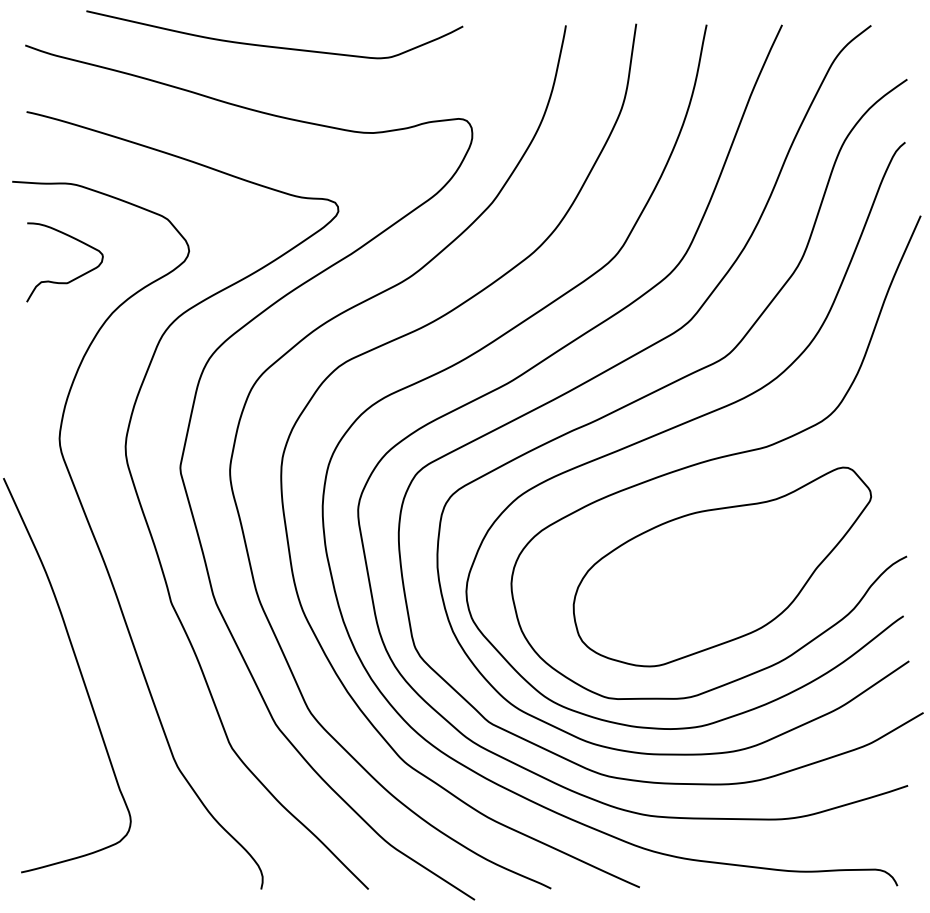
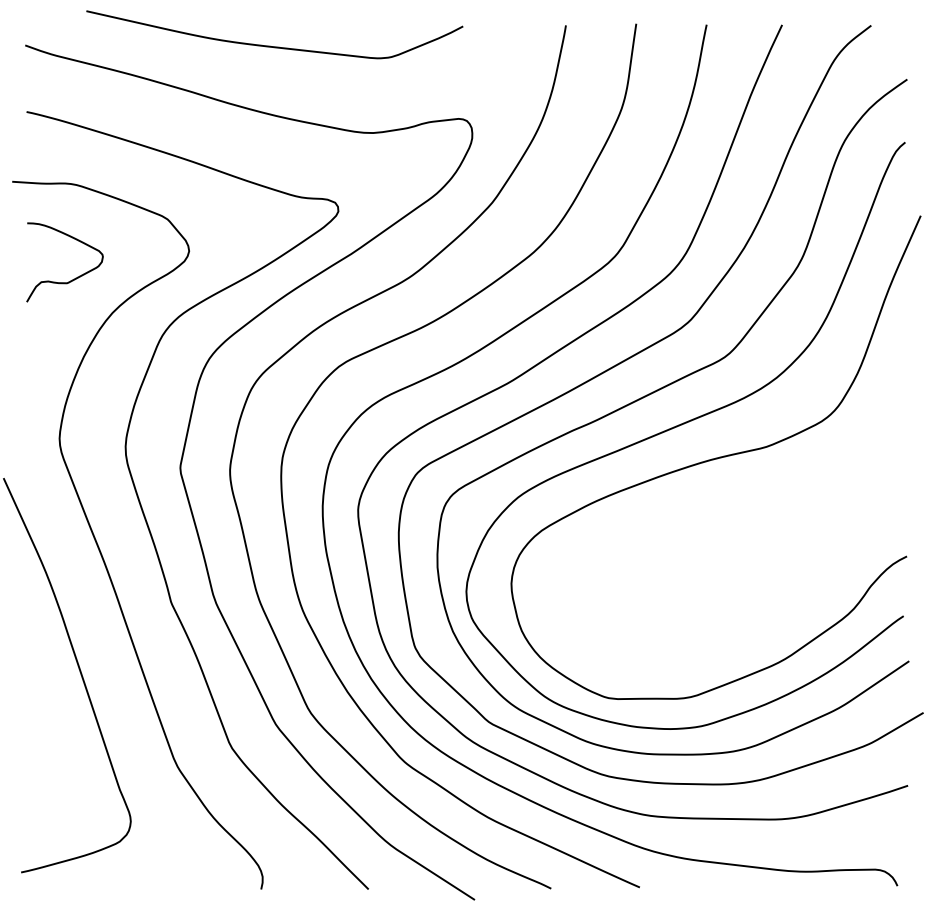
part at (722, 566): present -> none
